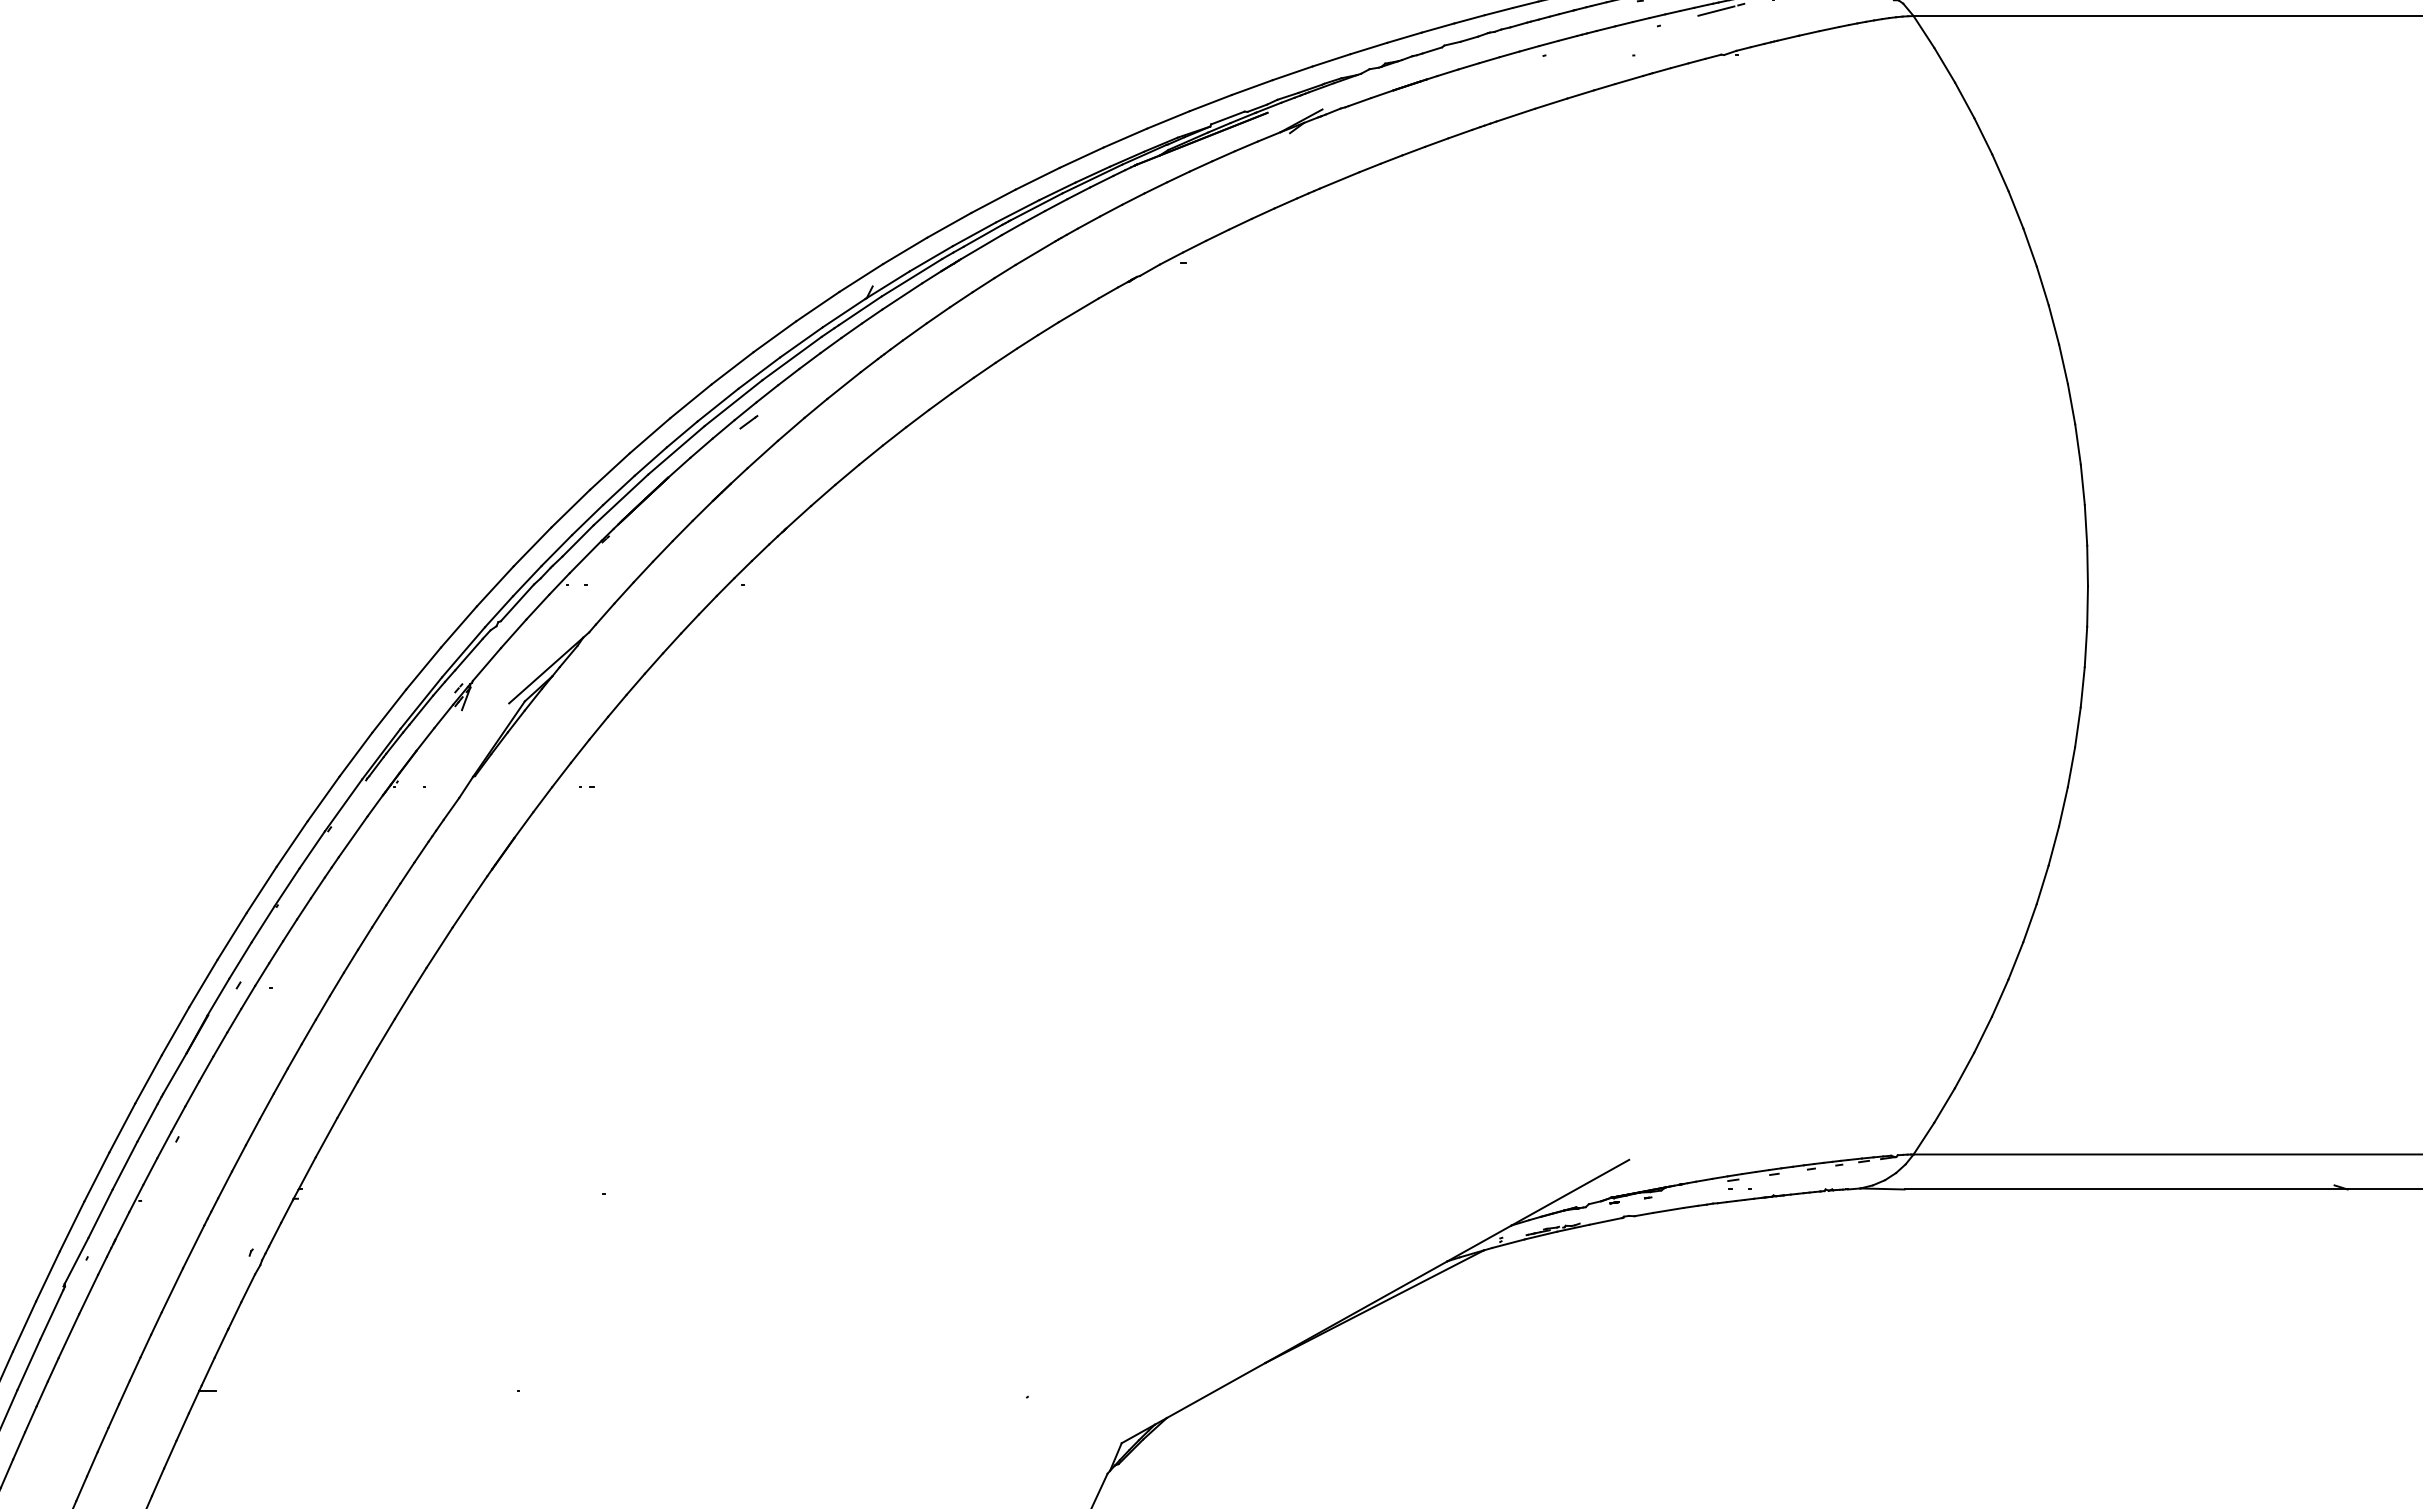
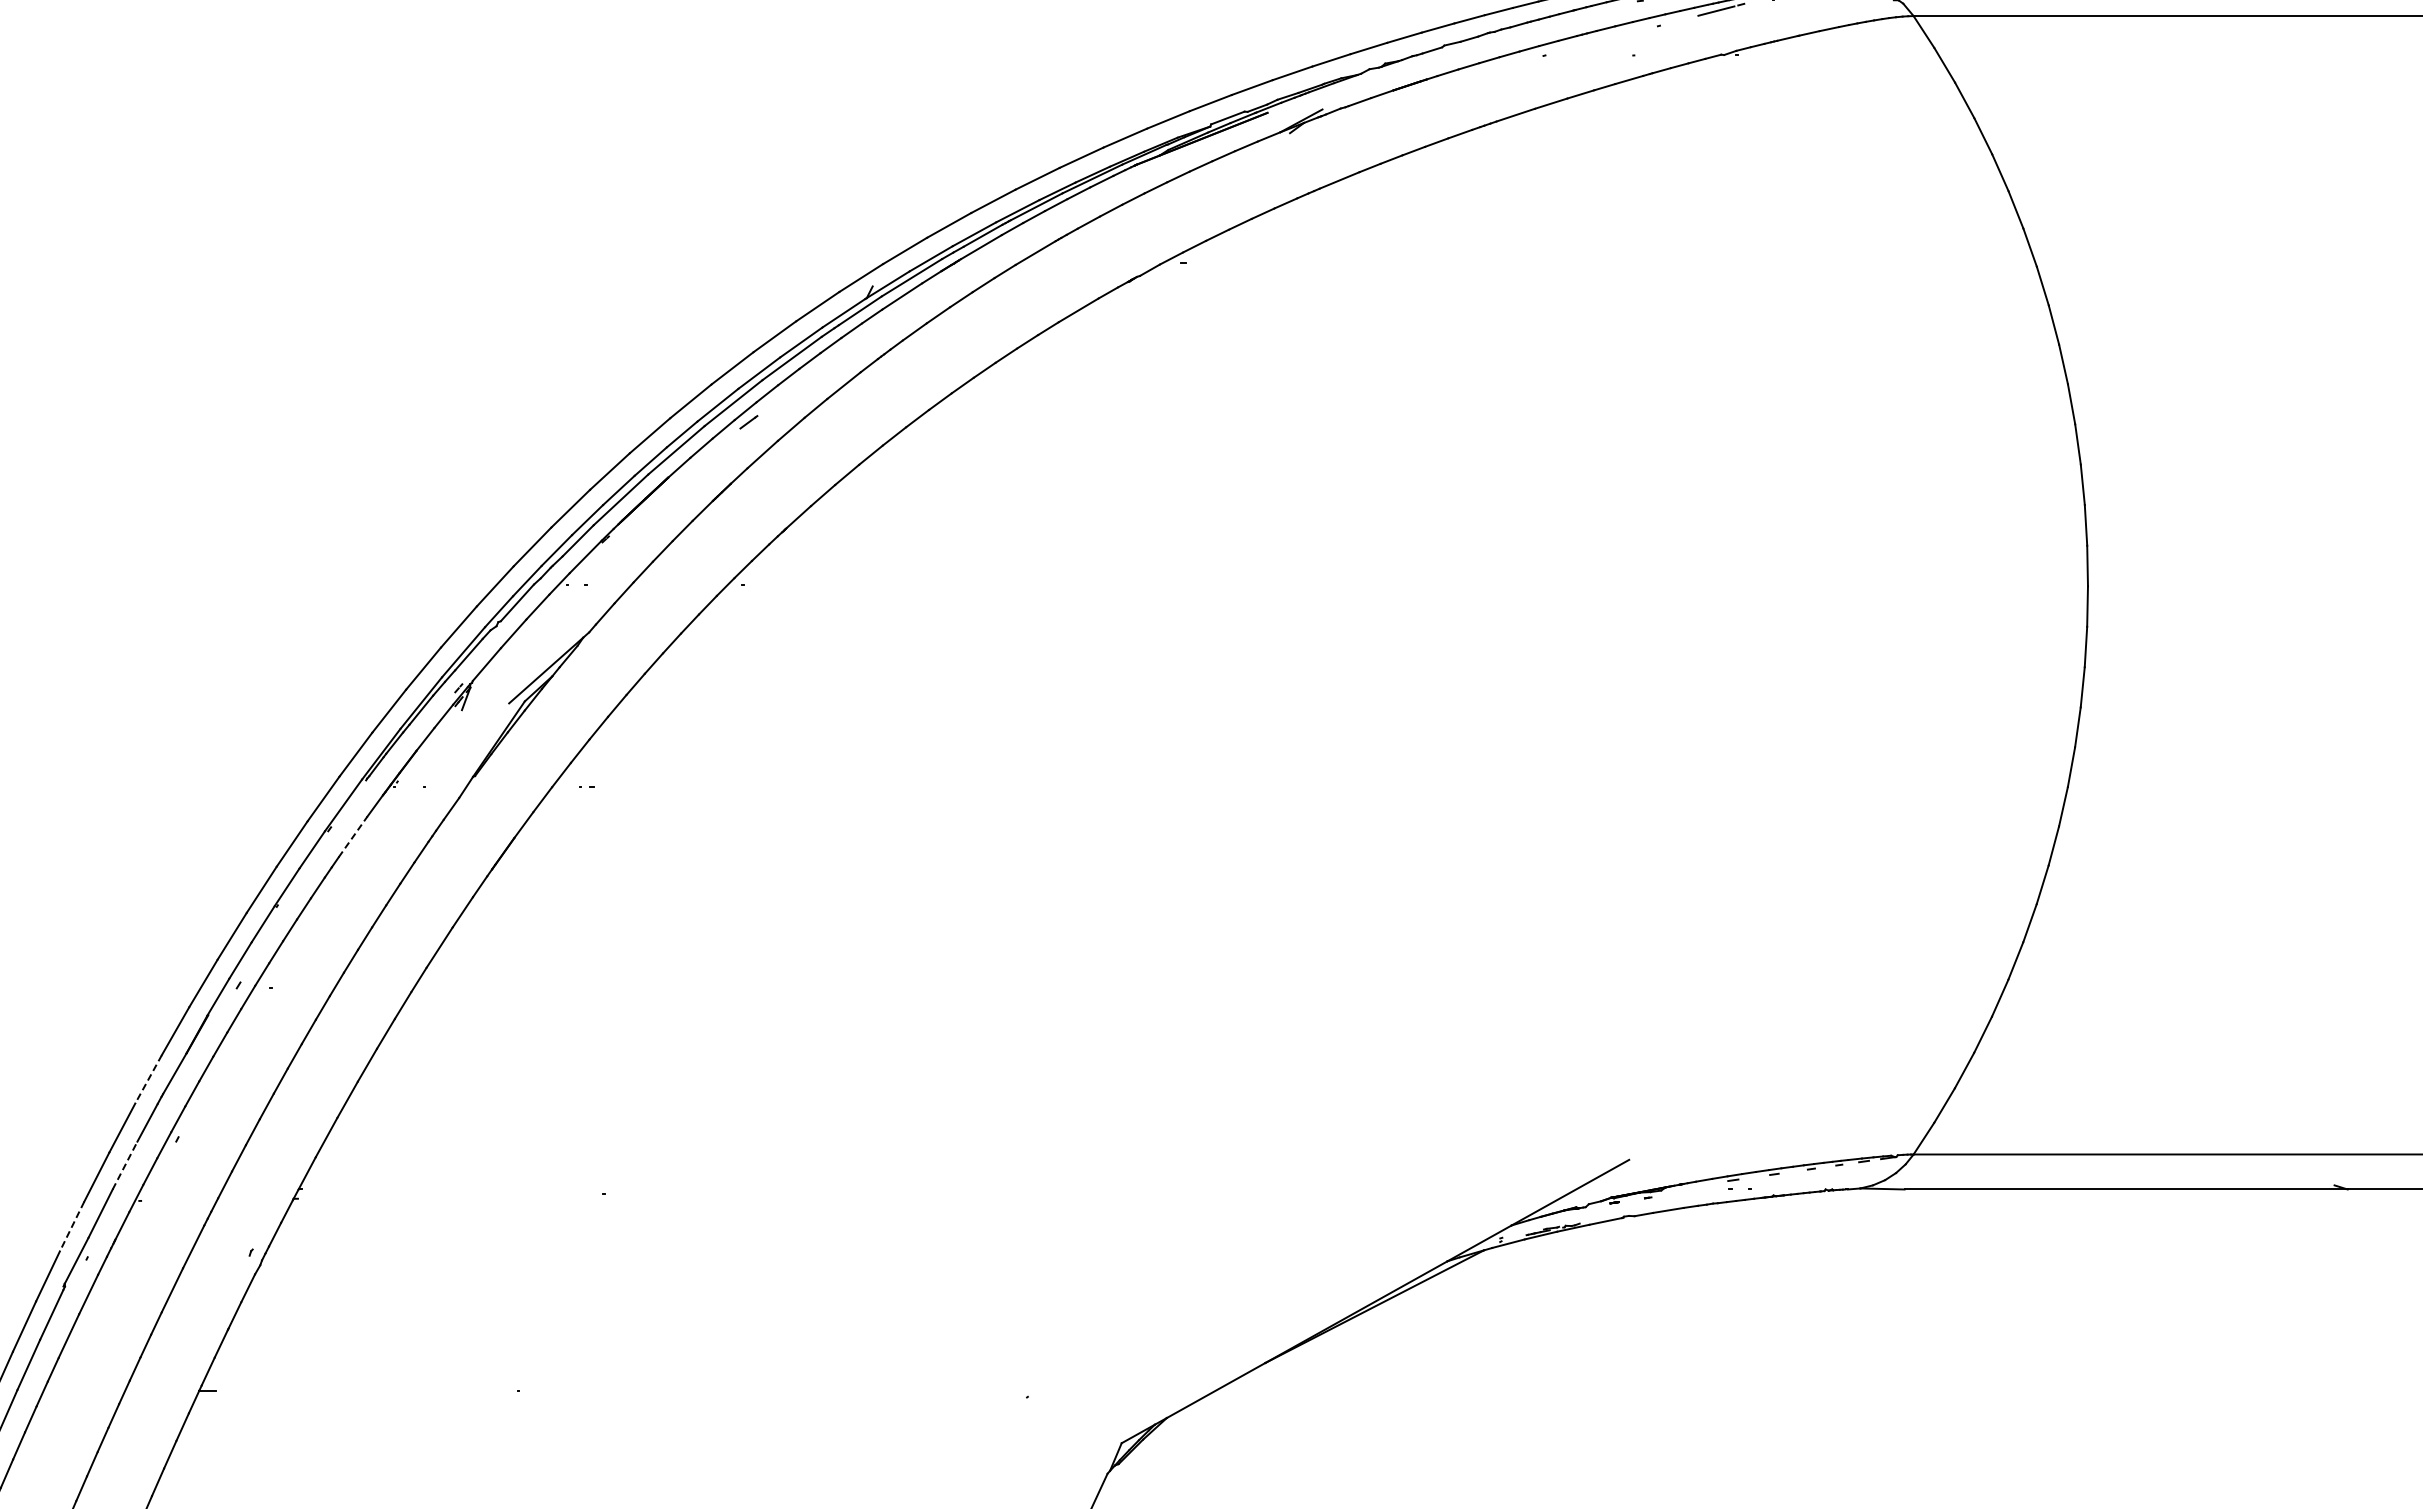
line at (353, 836): solid -> dashed
line at (148, 1079): solid -> dashed
line at (125, 1165): solid -> dashed
line at (72, 1226): solid -> dashed
